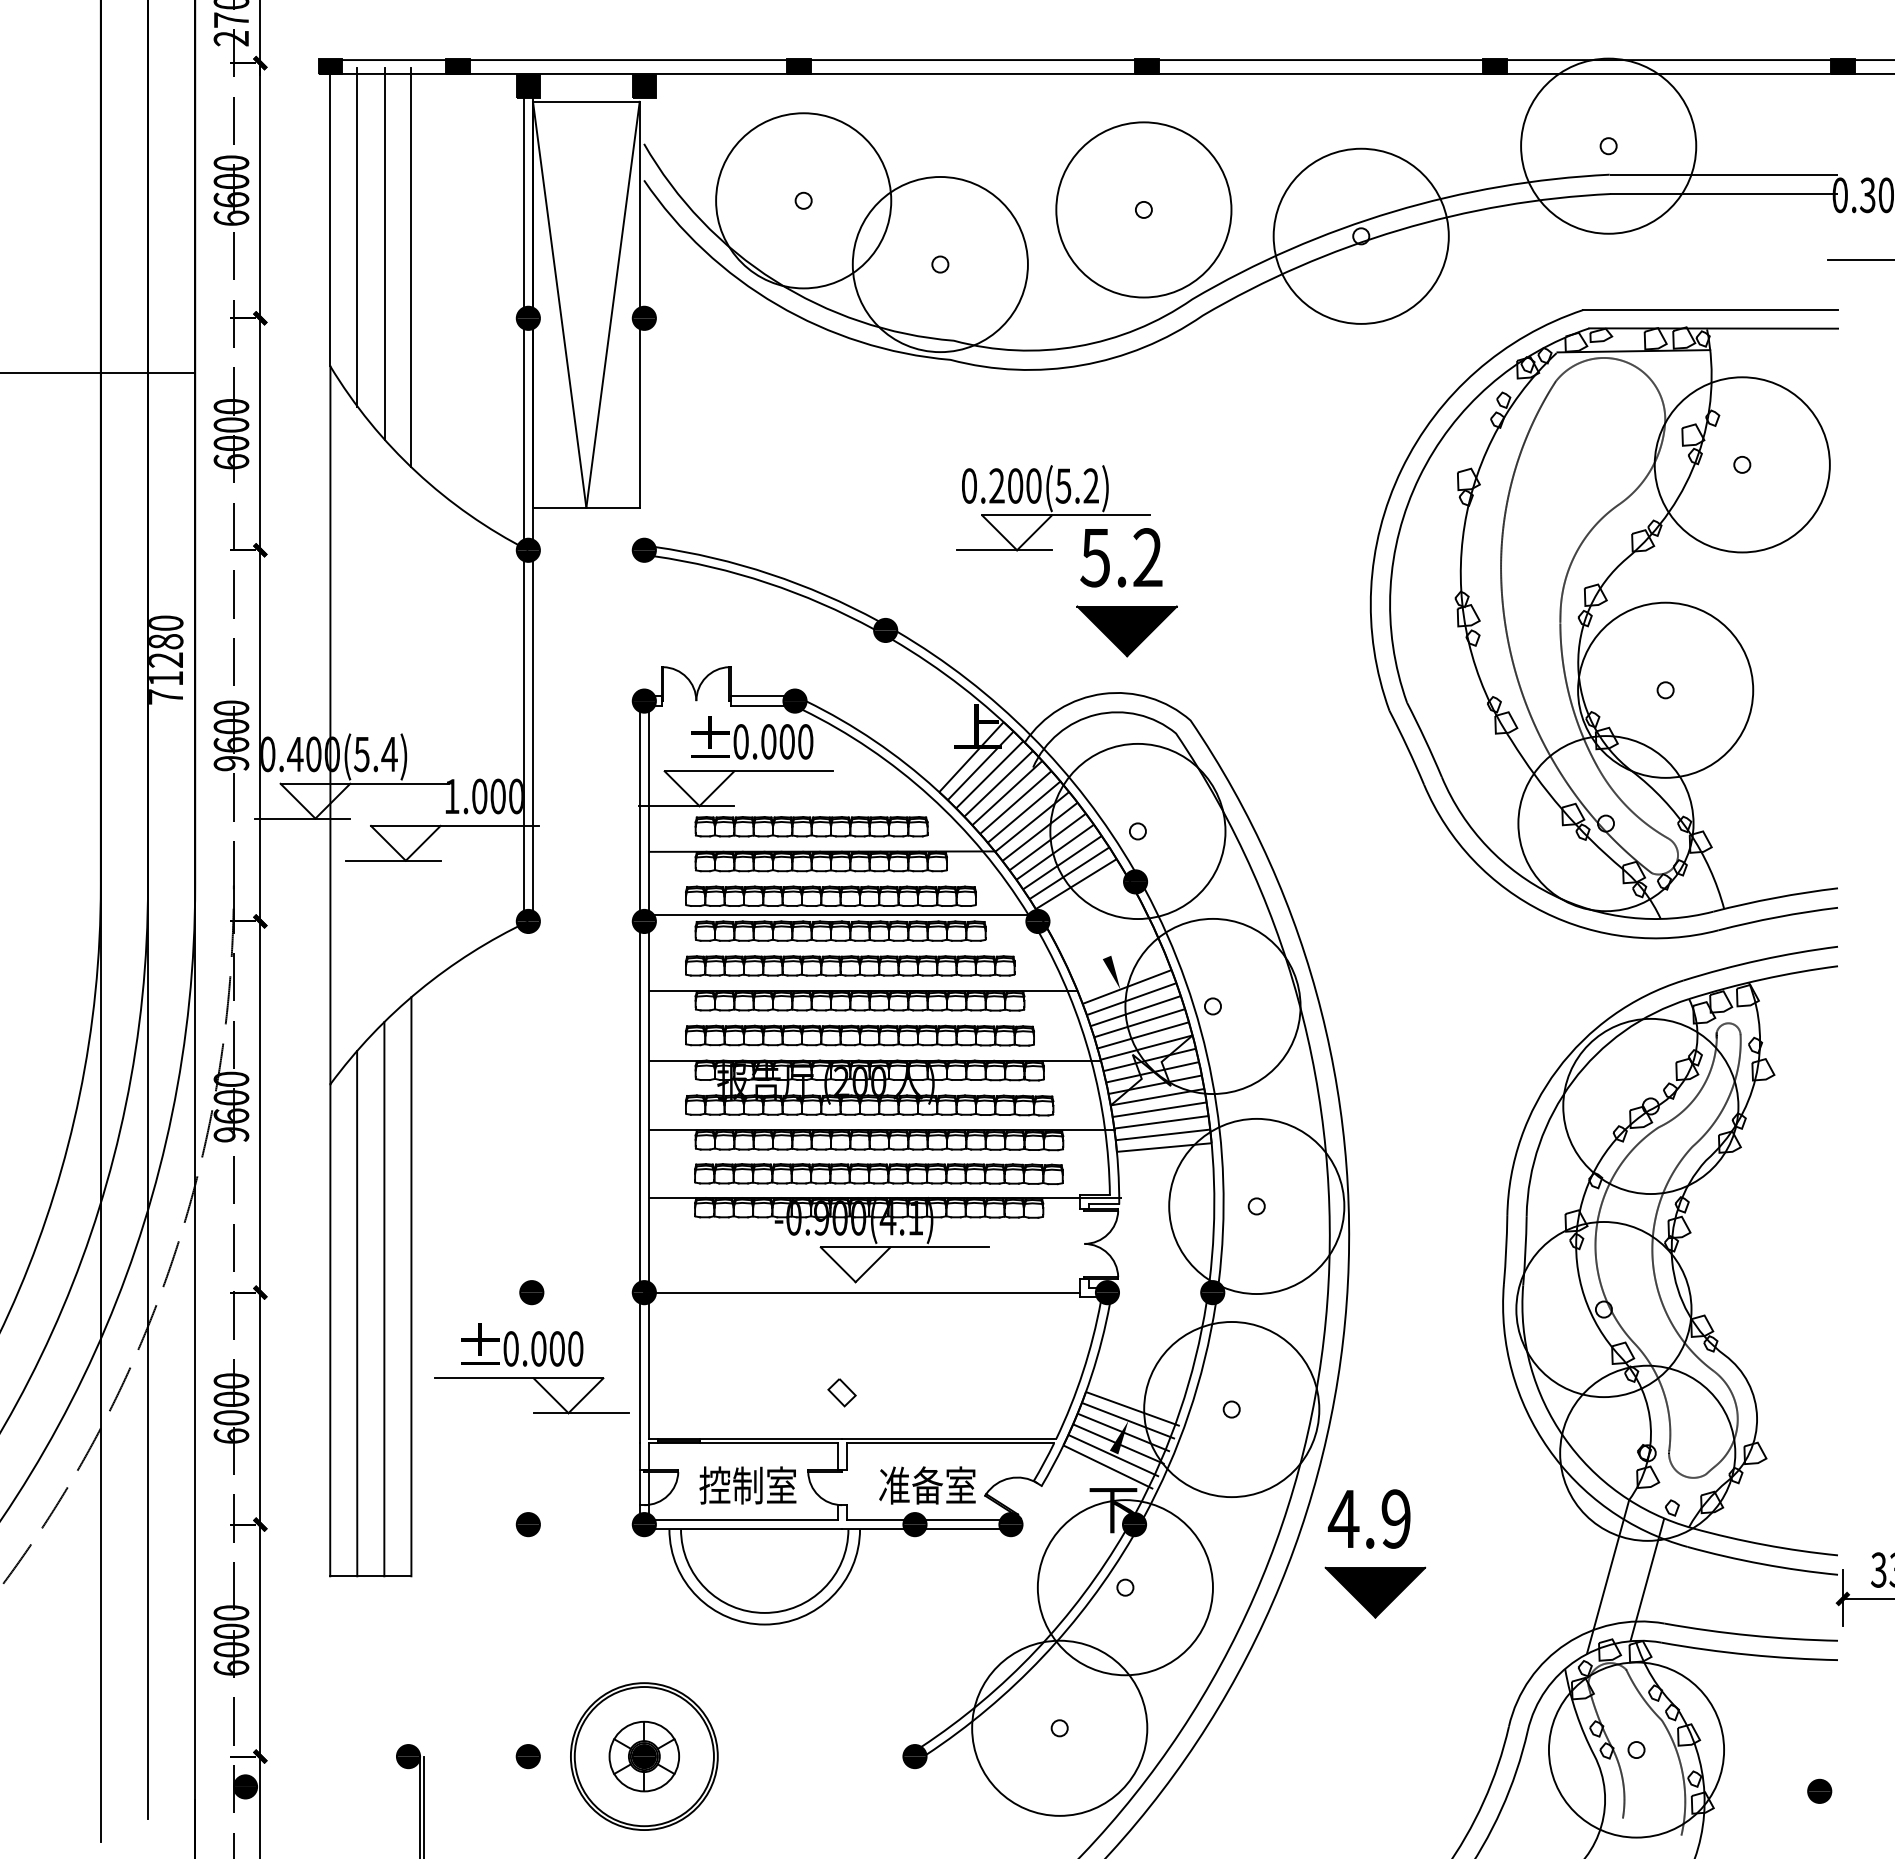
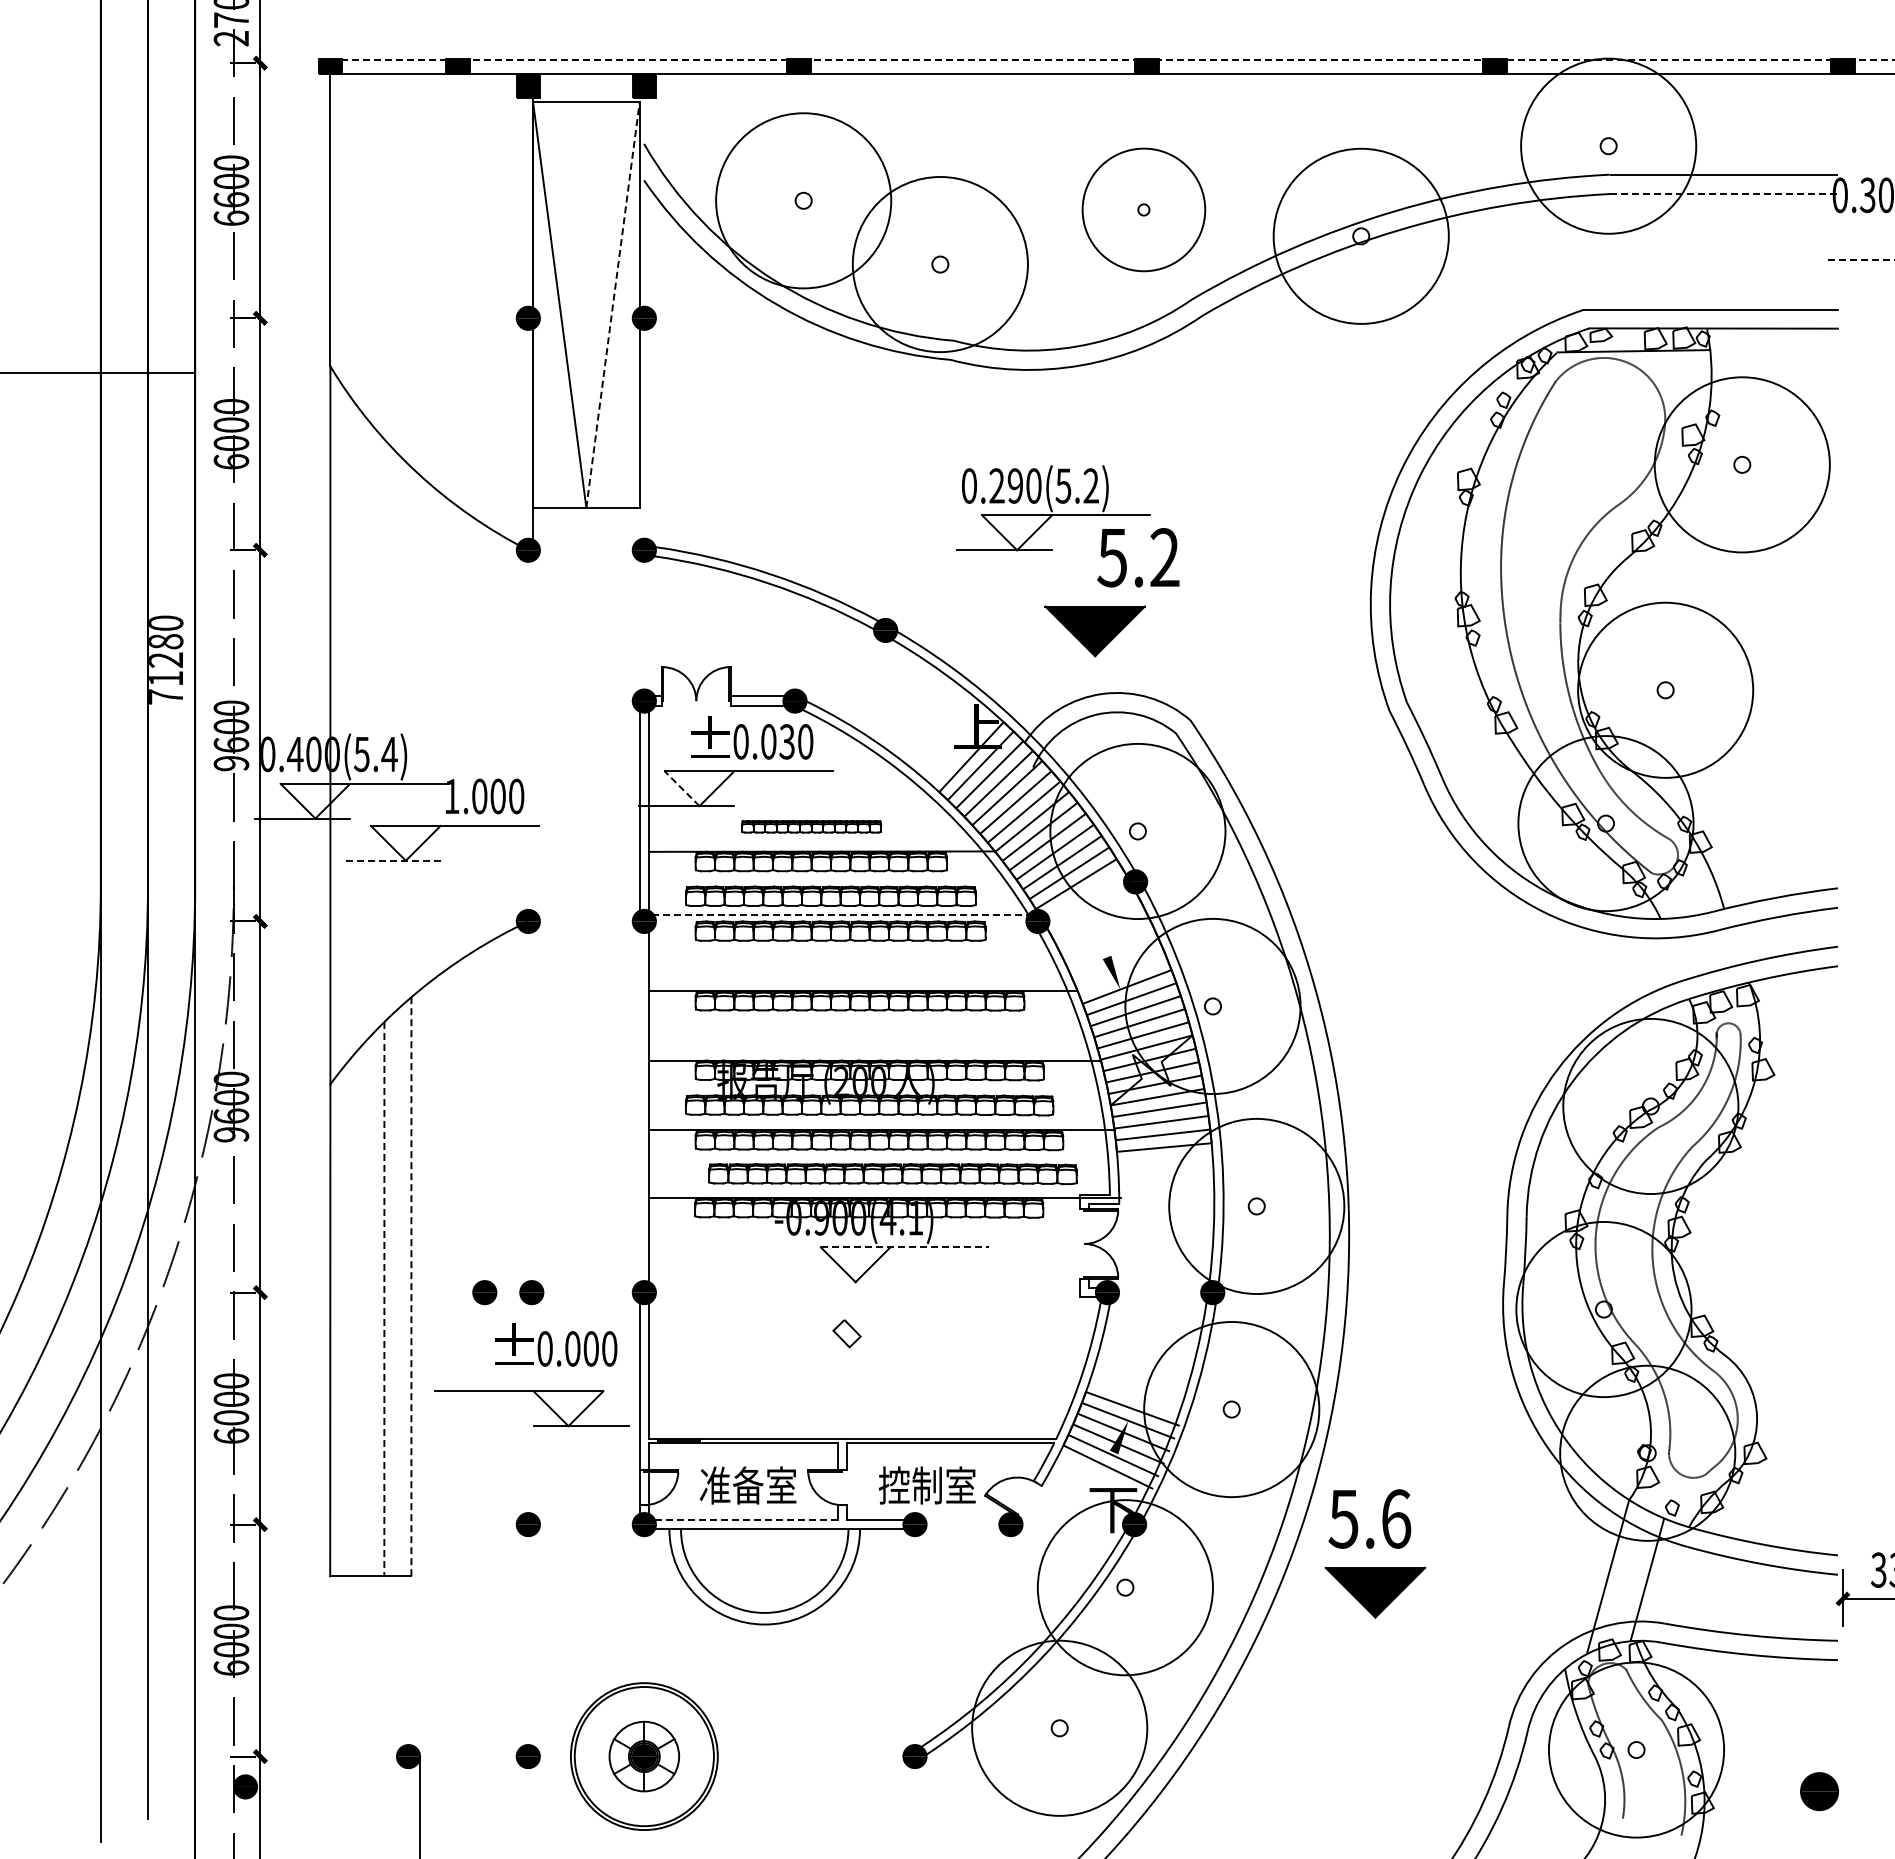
line at (1106, 60): solid -> dashed
line at (1724, 194): solid -> dashed
line at (523, 202): present -> none
part at (1143, 209) size: 178x178 px -> 126x126 px
line at (357, 236): present -> none
line at (384, 253): present -> none
line at (1861, 259): solid -> dashed
line at (411, 267): present -> none
line at (613, 304): solid -> dashed
line at (523, 433): present -> none
text at (1015, 485): 0.200(5.2) -> 0.290(5.2)
text at (1121, 557) position: (1121, 557) -> (1138, 557)
part at (1126, 631) position: (1126, 631) -> (1094, 631)
line at (523, 735): present -> none
line at (533, 735): present -> none
text at (786, 741): 0.000 -> 0.030
line at (682, 788): solid -> dashed
part at (811, 826) size: 235x22 px -> 142x14 px
line at (393, 860): solid -> dashed
line at (845, 914): solid -> dashed
part at (850, 965): present -> none
part at (859, 1035): present -> none
line at (639, 1107): present -> none
part at (878, 1174) position: (878, 1174) -> (892, 1174)
line at (905, 1247): solid -> dashed
line at (411, 1286): solid -> dashed
part at (484, 1292): none -> present
line at (861, 1292): present -> none
line at (384, 1299): solid -> dashed
line at (357, 1313): present -> none
text at (522, 1344) position: (522, 1344) -> (556, 1344)
part at (540, 1386) position: (540, 1386) -> (540, 1399)
part at (841, 1392) position: (841, 1392) -> (846, 1333)
text at (731, 1485): 控制室 -> 准备室
text at (910, 1485): 准备室 -> 控制室
text at (1369, 1518): 4.9 -> 5.6
line at (746, 1519): solid -> dashed
line at (962, 1519): present -> none
line at (962, 1529): present -> none
part at (1819, 1790) size: 26x26 px -> 39x40 px
line at (423, 1805): present -> none
